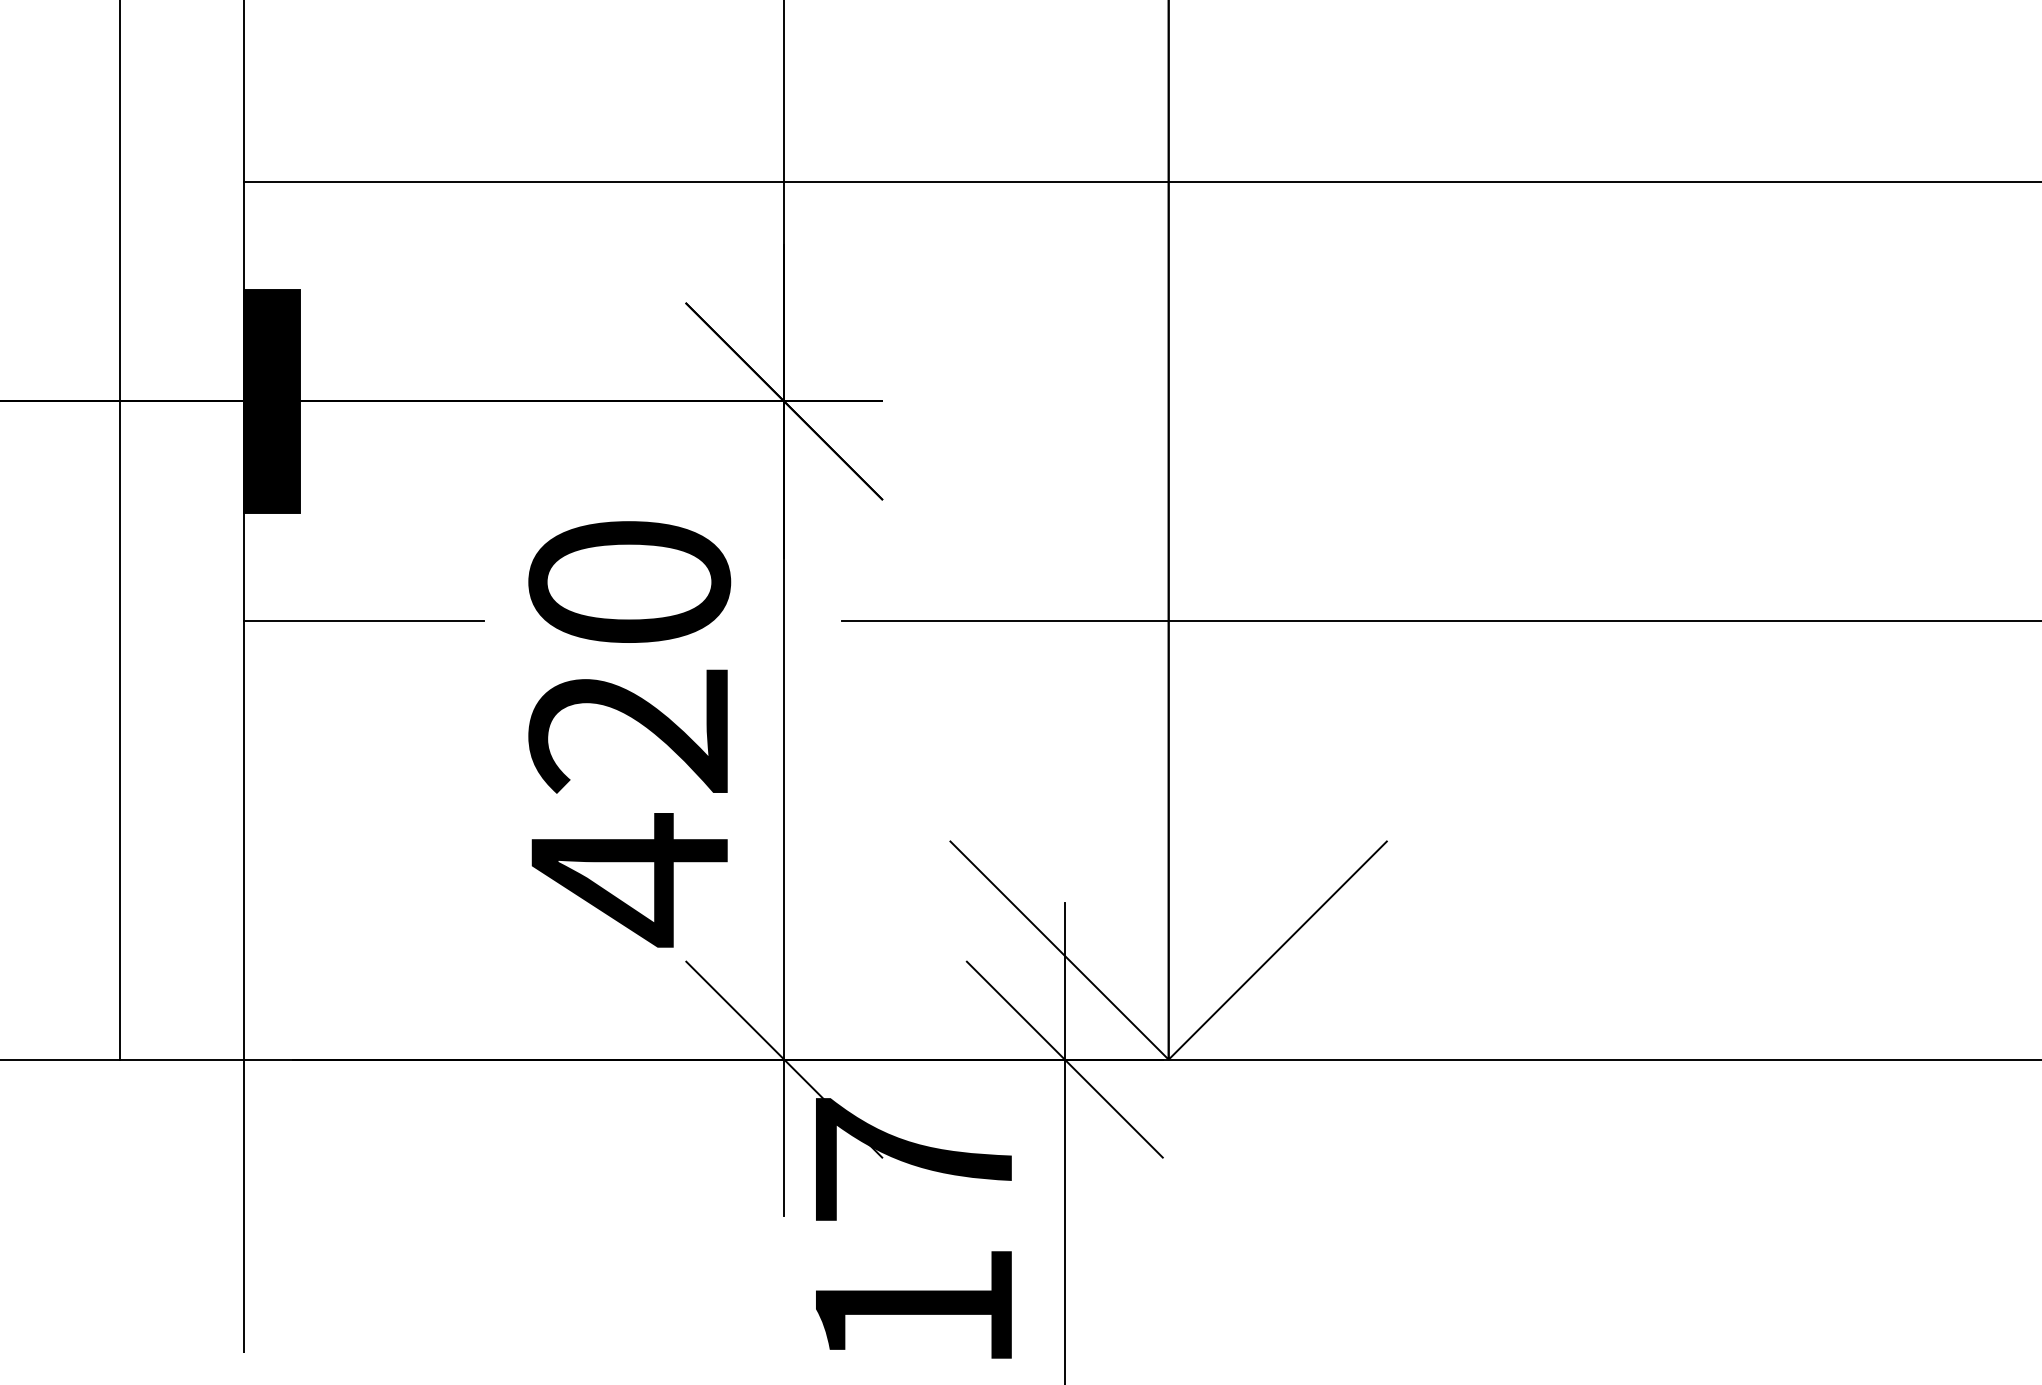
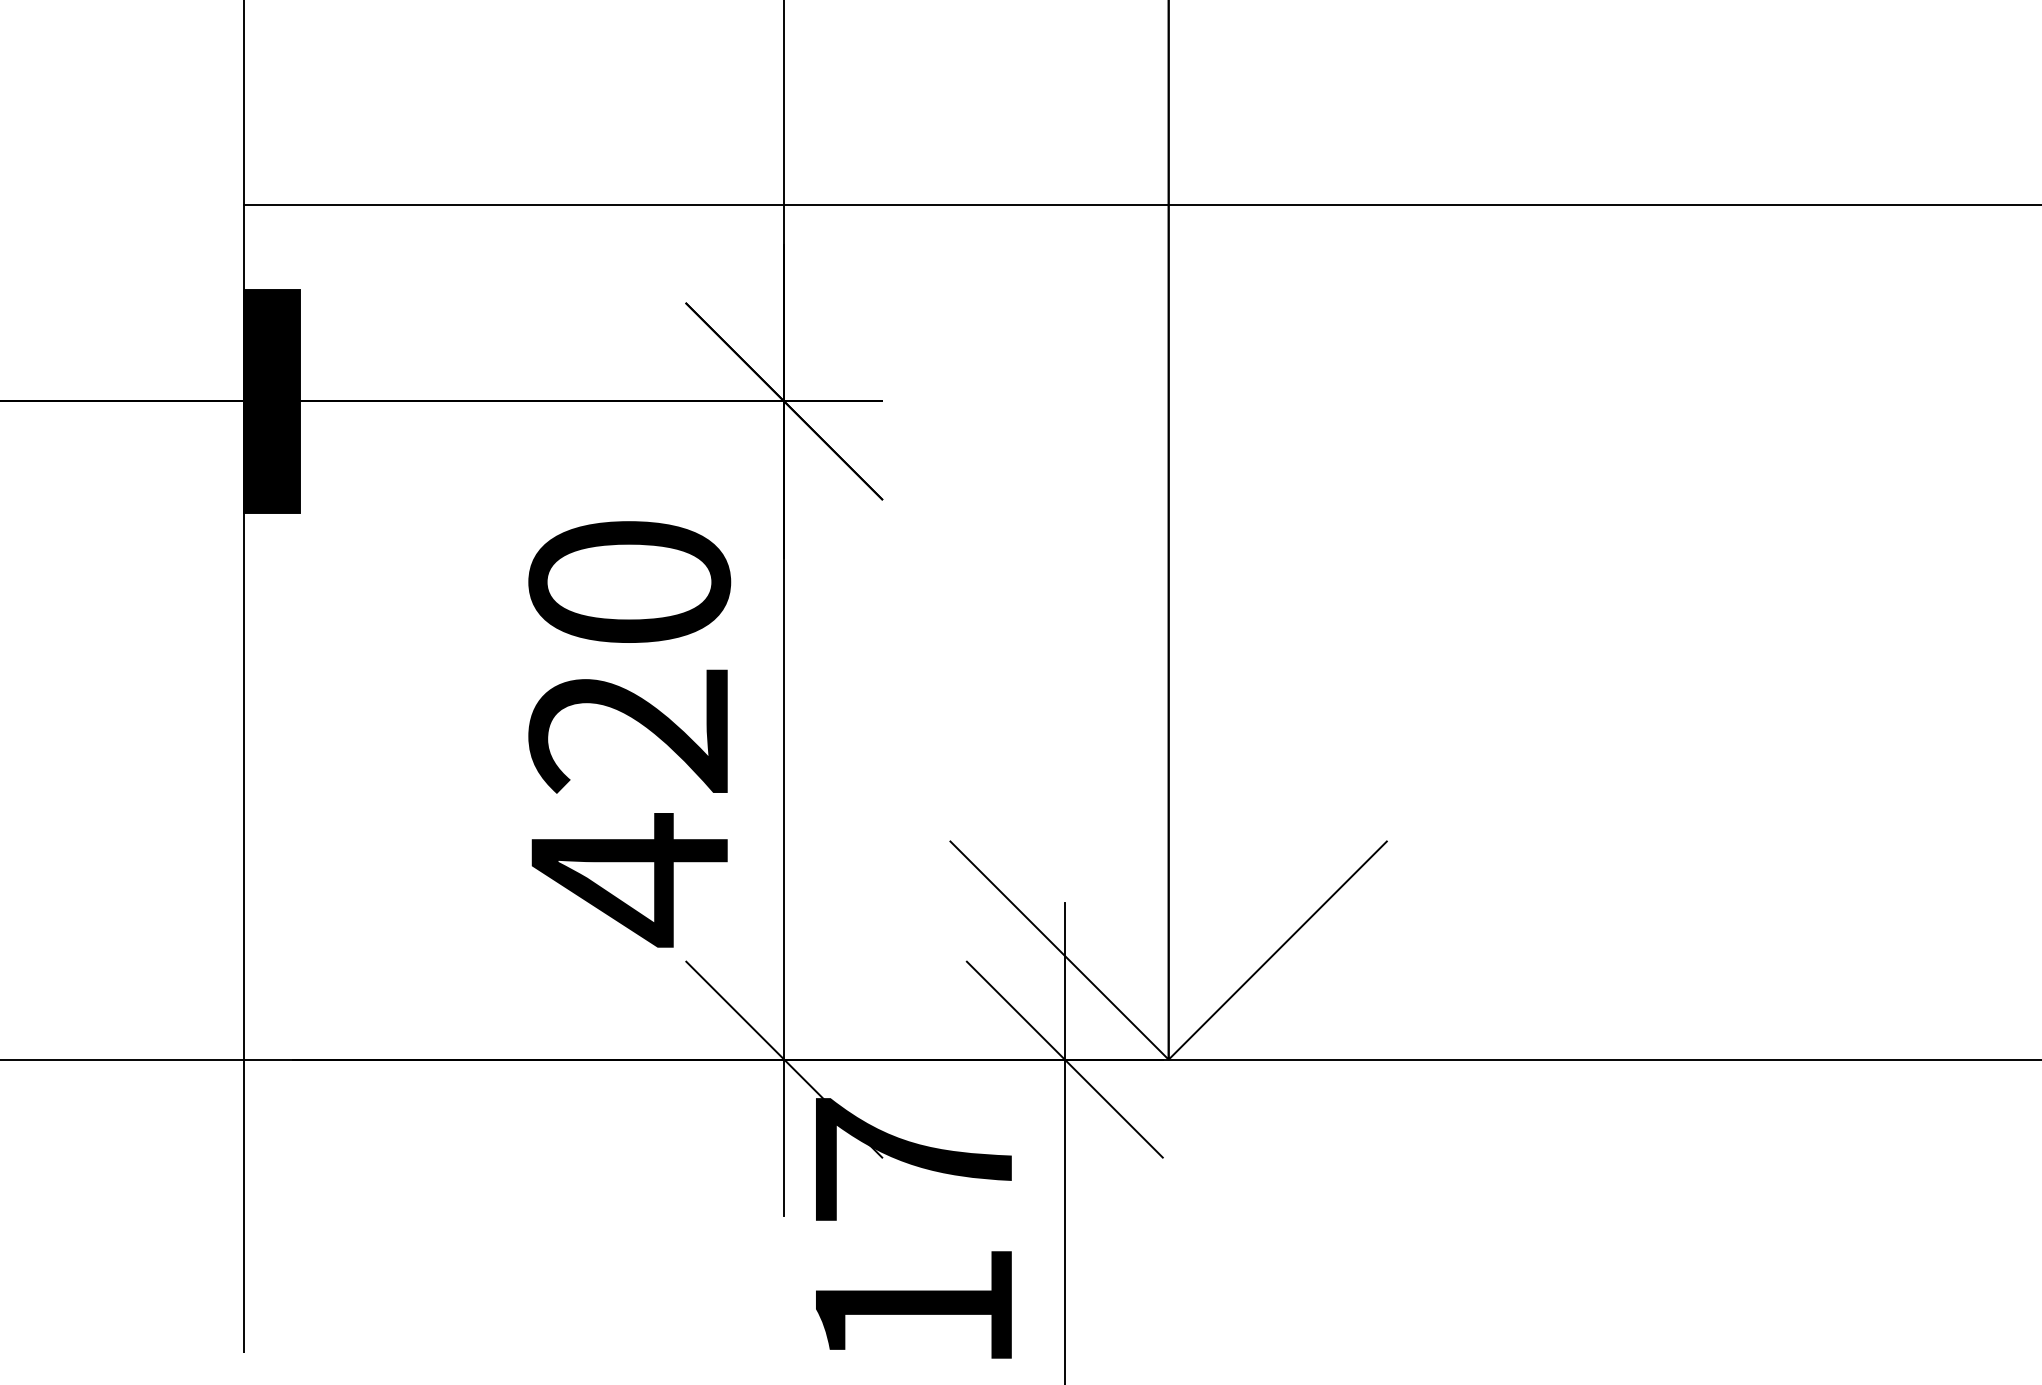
line at (1141, 182) position: (1141, 182) -> (1141, 205)
line at (119, 530): present -> none
line at (364, 620): present -> none
line at (1439, 620): present -> none
